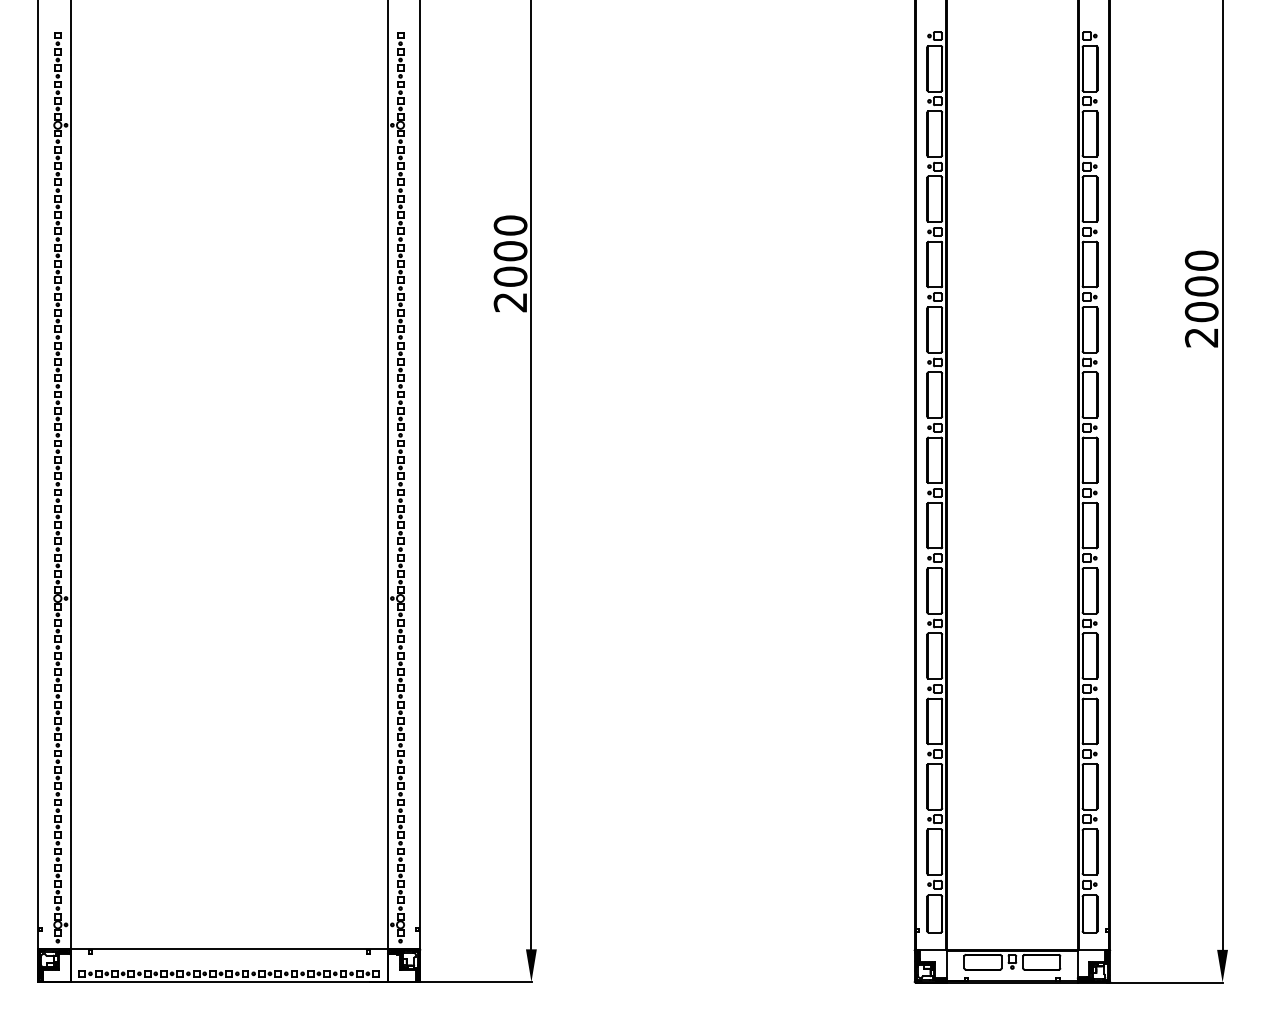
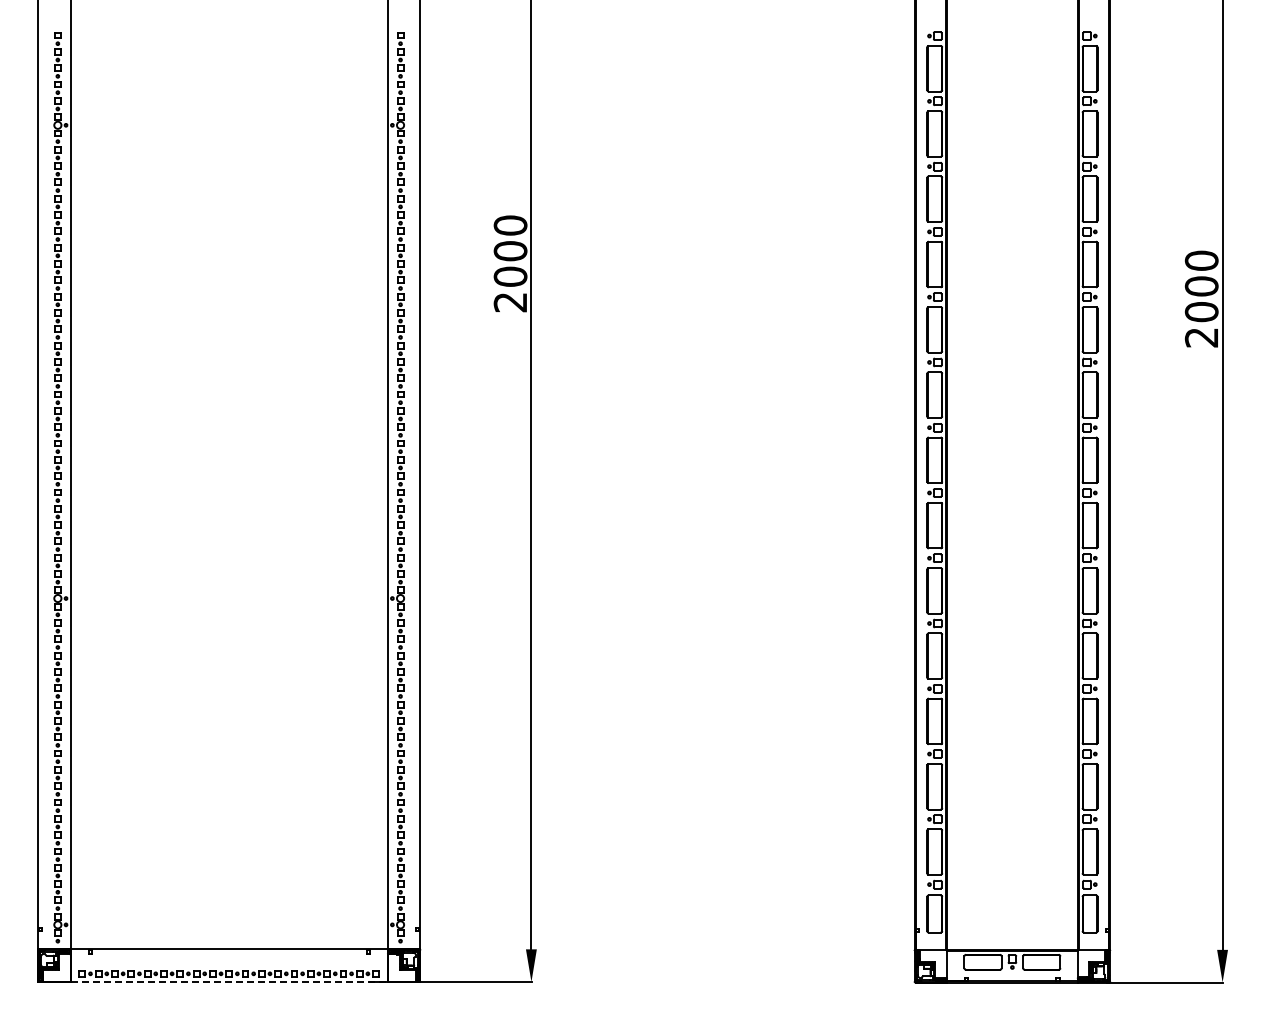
line at (212, 982): solid -> dashed
